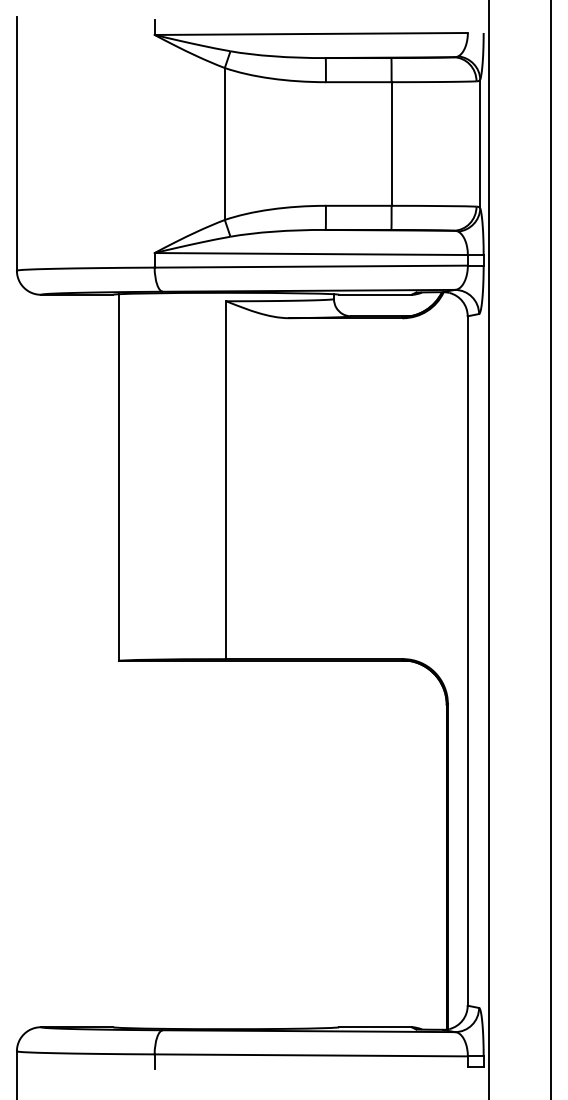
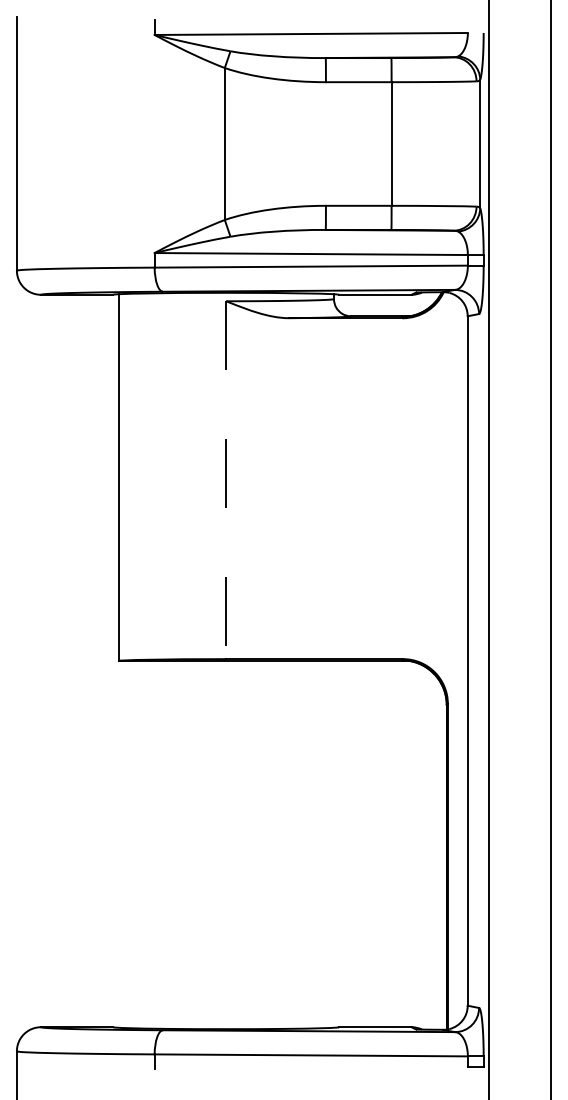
line at (226, 480): solid -> dashed
